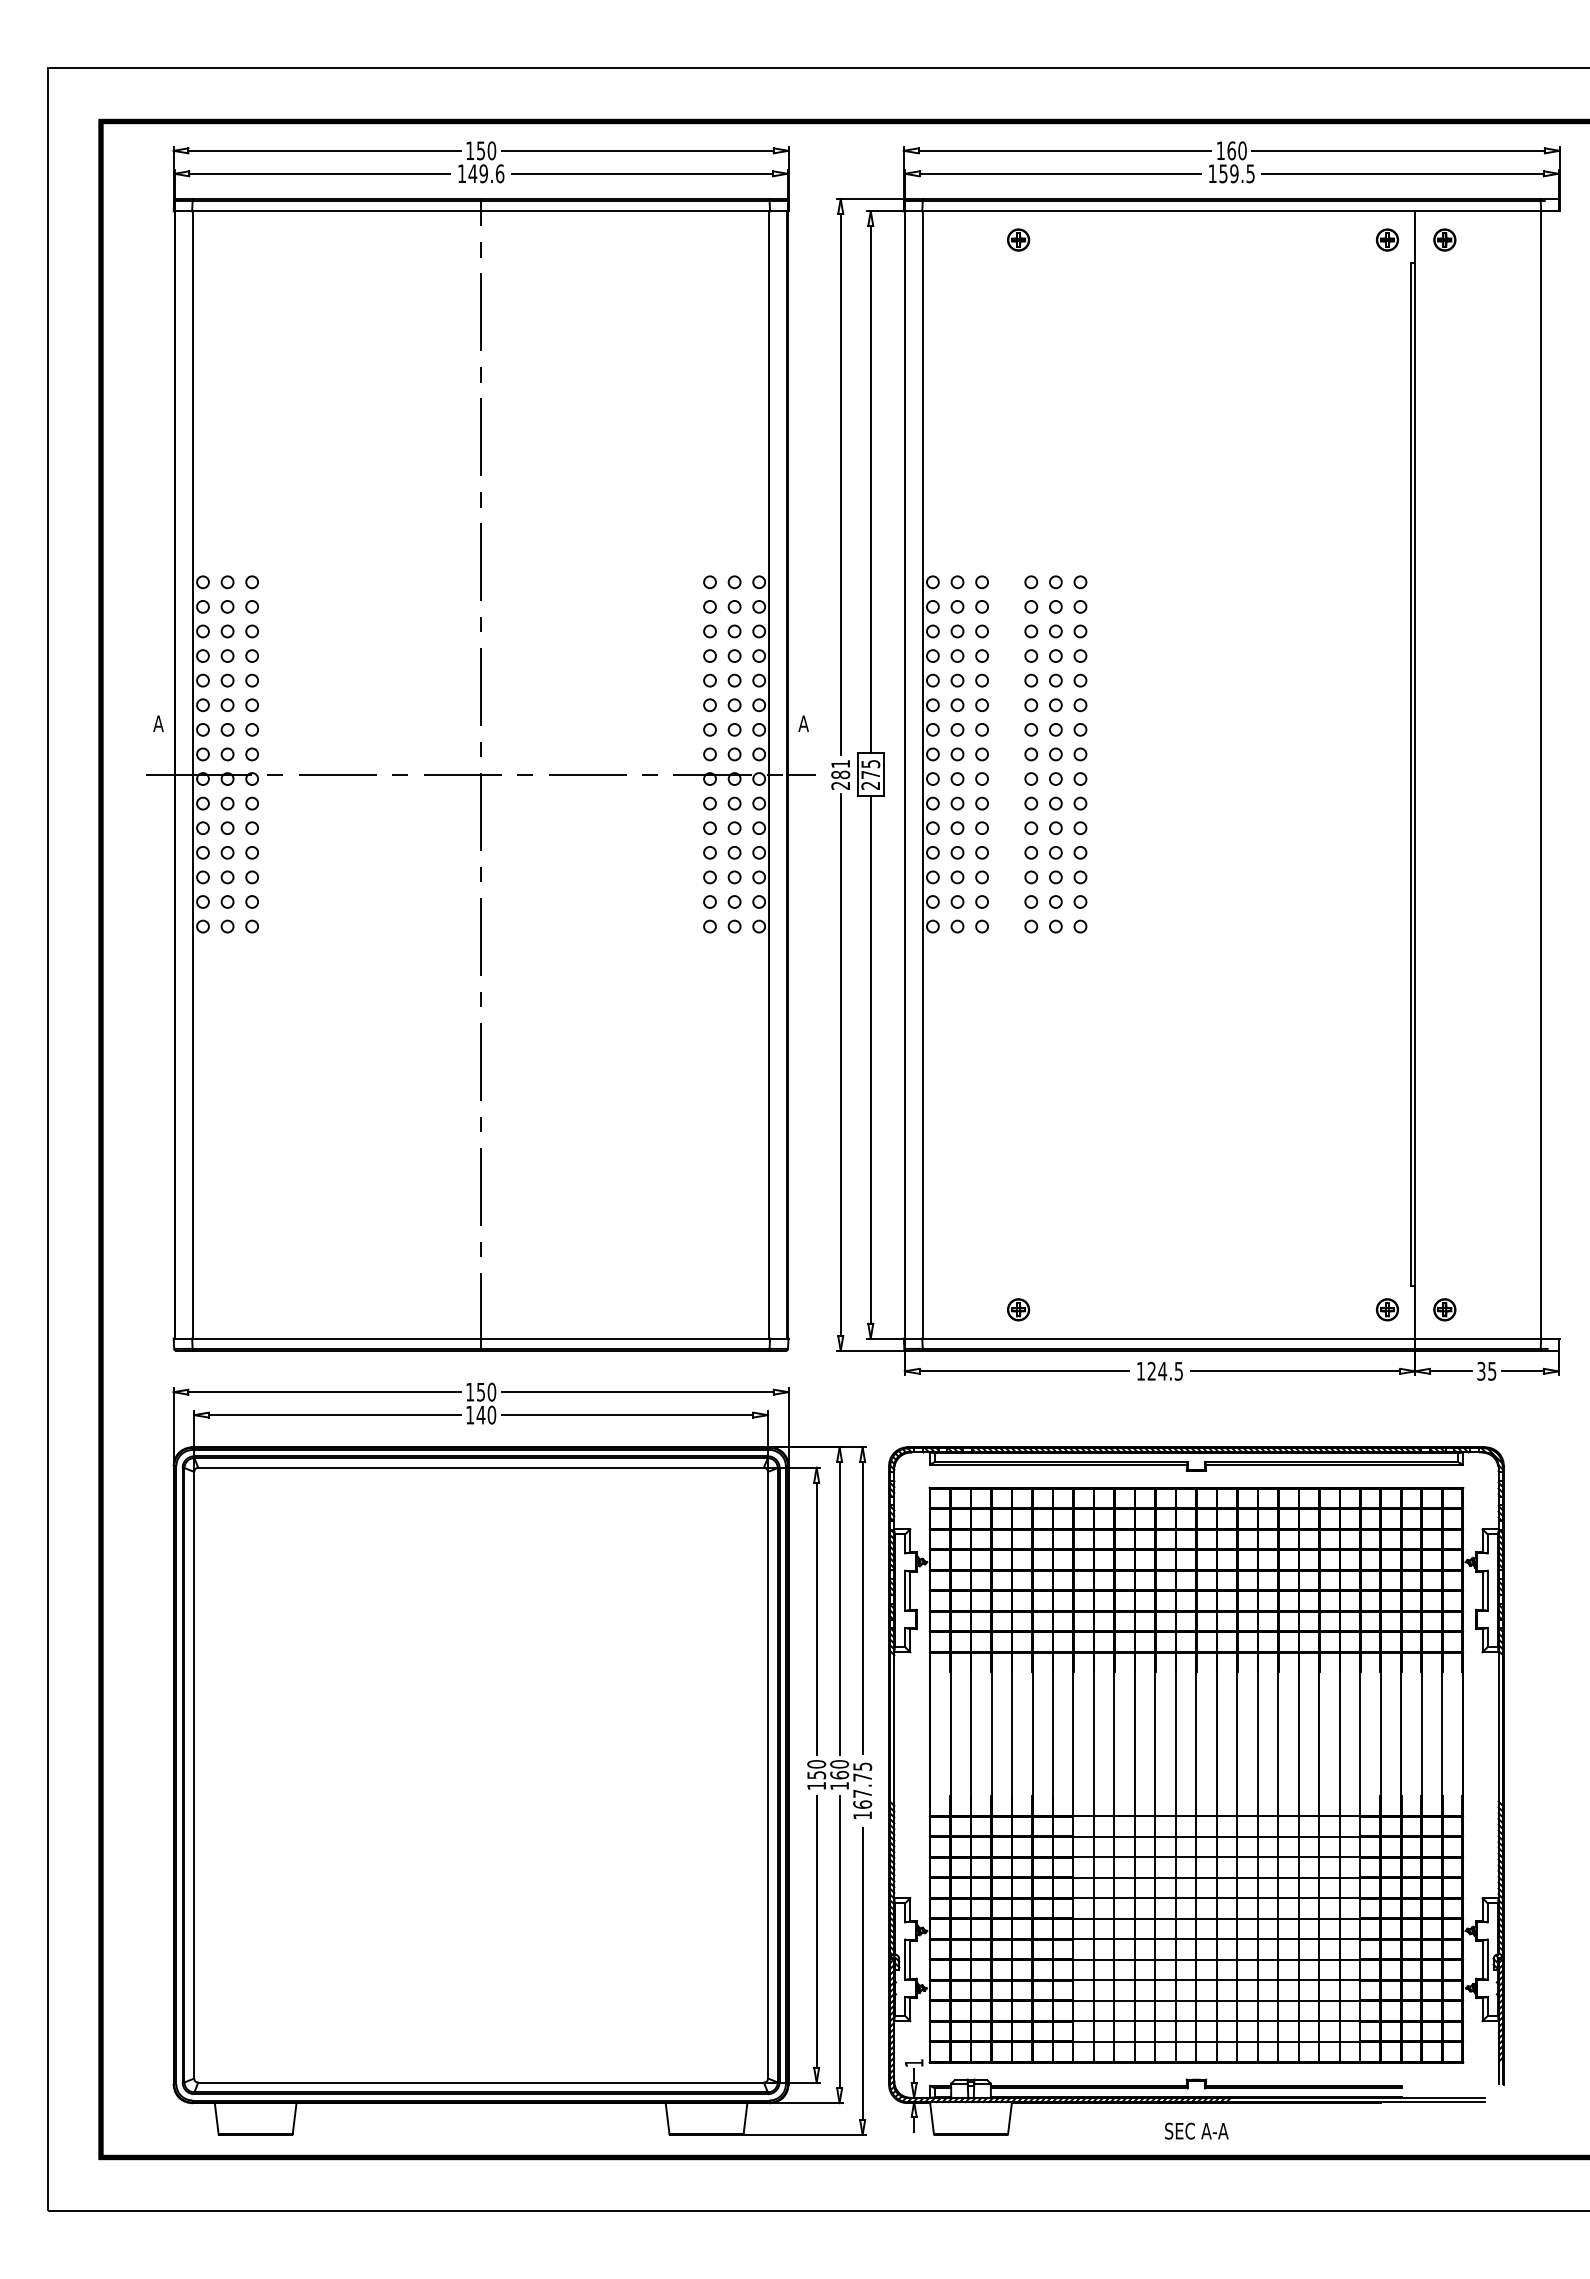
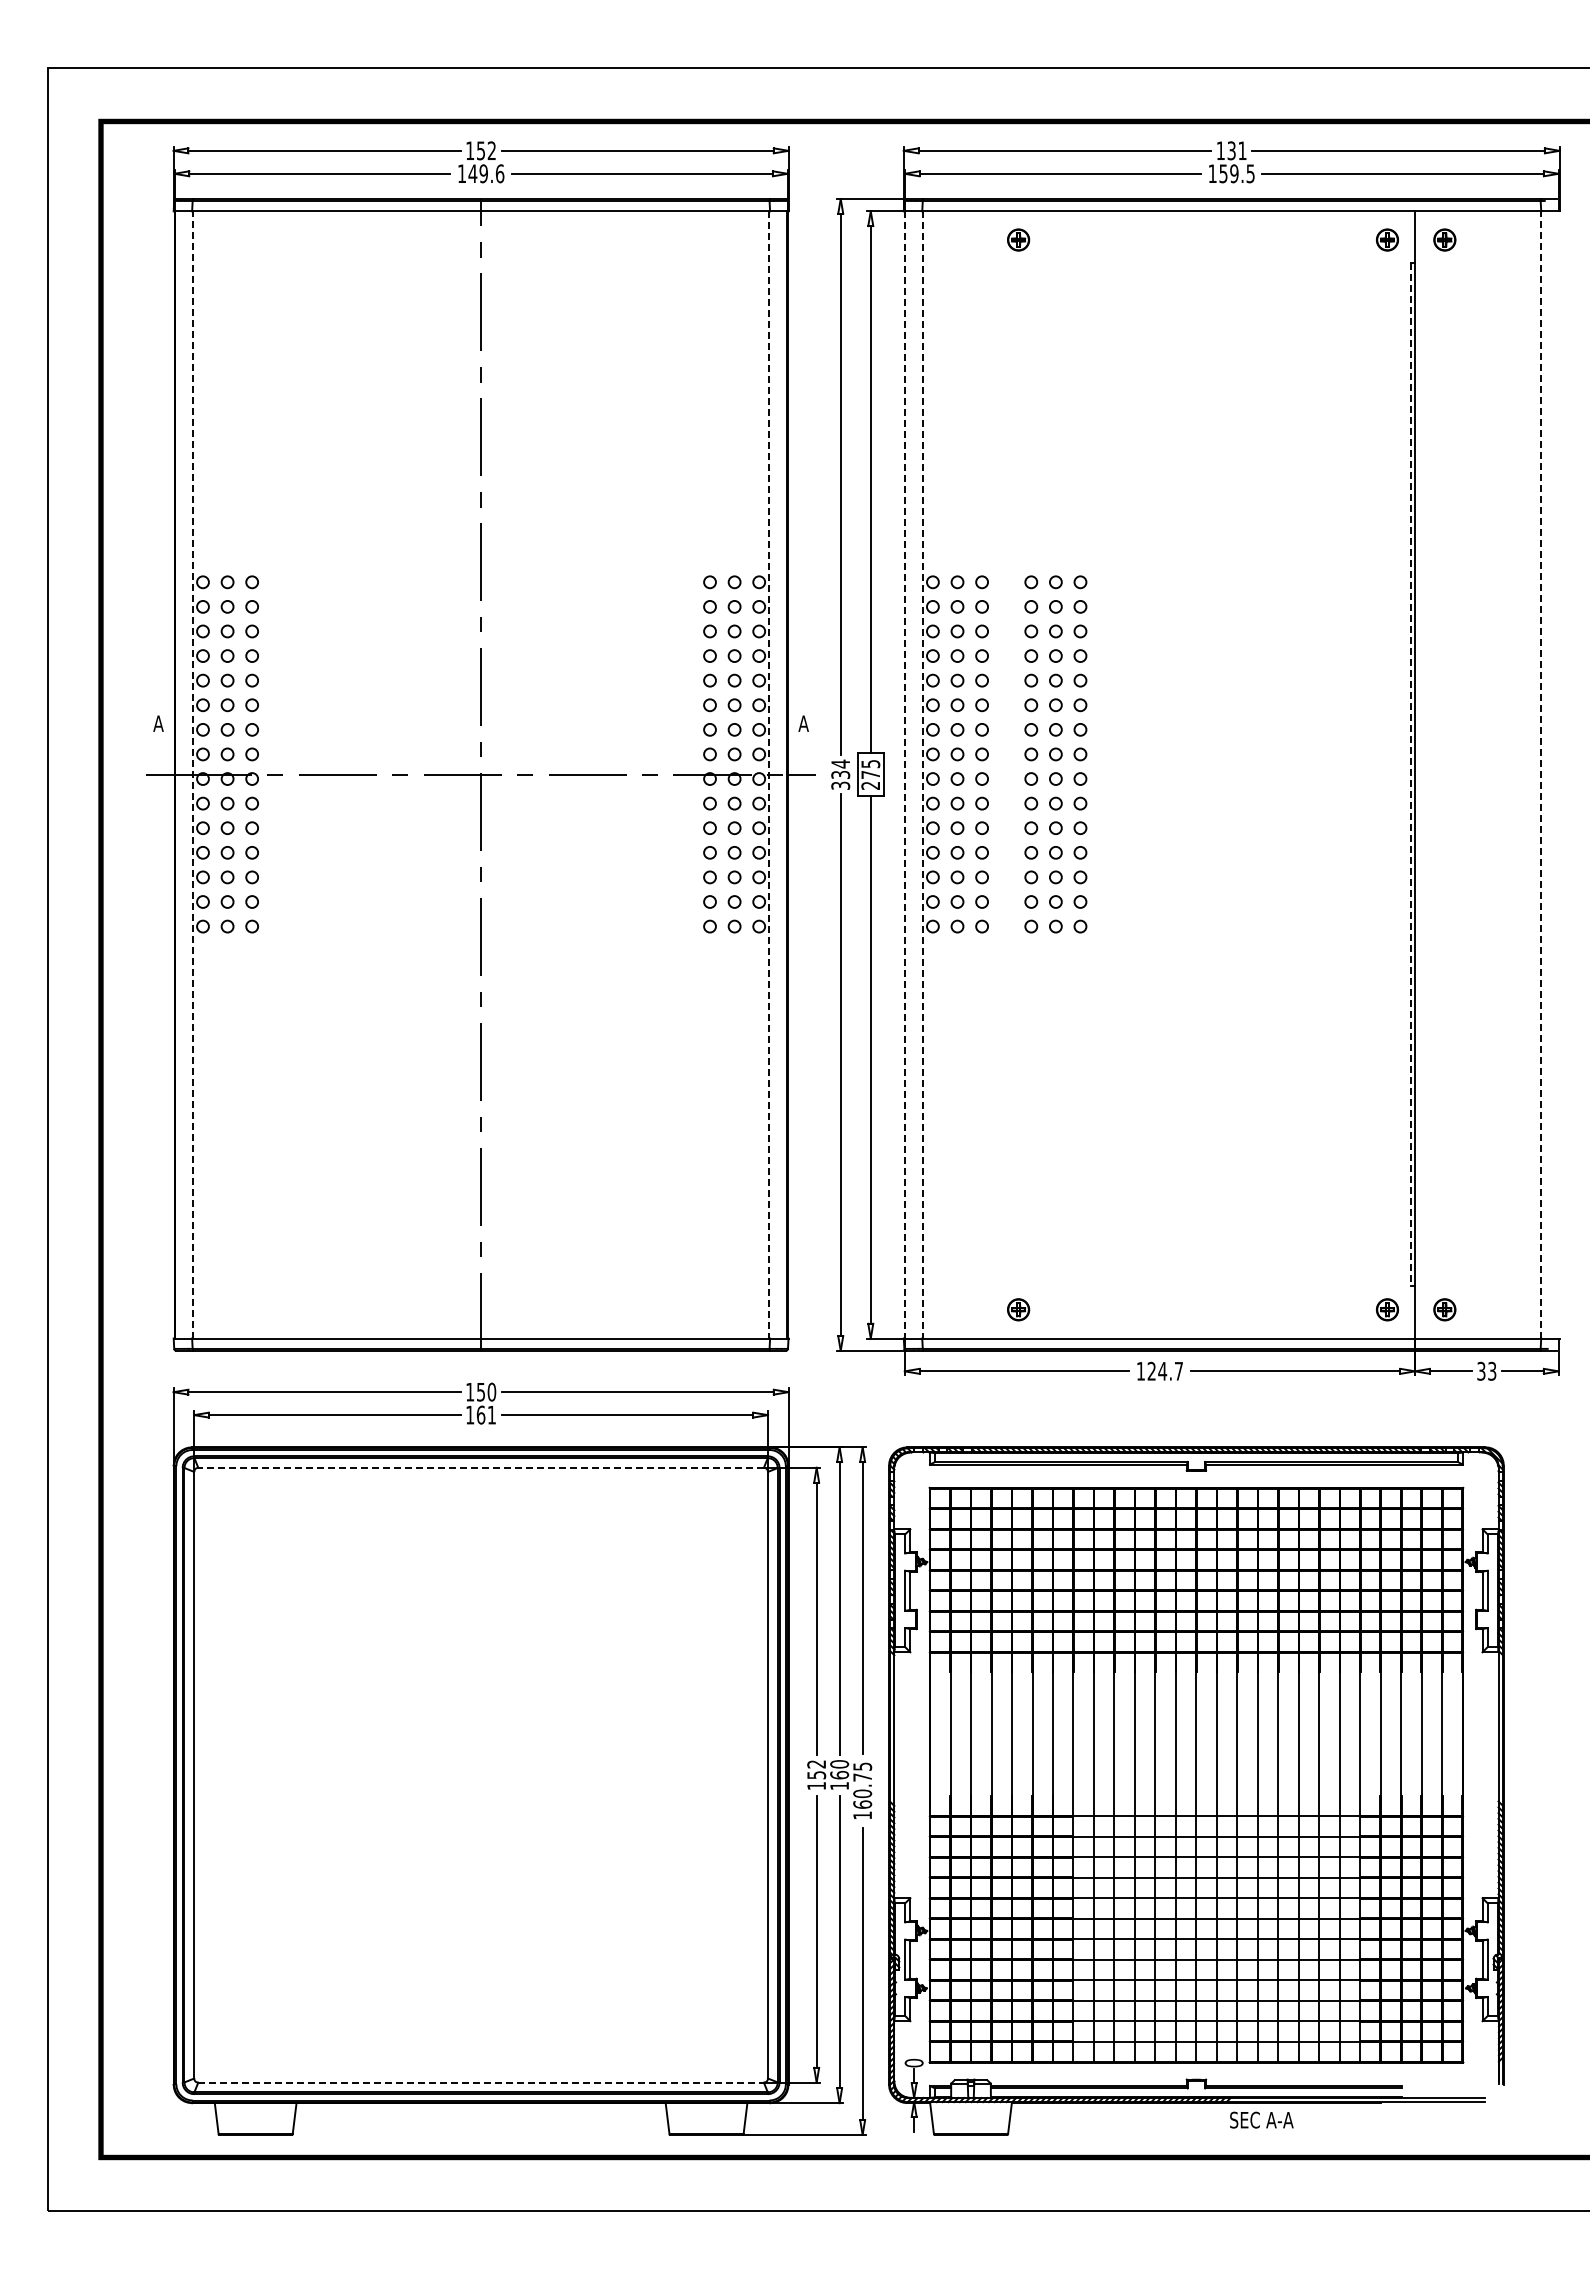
text at (491, 150): 150 -> 152
text at (1236, 150): 160 -> 131
line at (192, 774): solid -> dashed
line at (769, 774): solid -> dashed
text at (840, 774): 281 -> 334
line at (904, 774): solid -> dashed
line at (922, 774): solid -> dashed
line at (1410, 774): solid -> dashed
line at (1540, 774): solid -> dashed
text at (1492, 1370): 35 -> 33
text at (1178, 1371): 124.5 -> 124.7
text at (486, 1414): 140 -> 161
line at (481, 1467): solid -> dashed
text at (816, 1764): 150 -> 152
text at (862, 1793): 167.75 -> 160.75
text at (913, 2062): 1 -> 0
line at (481, 2082): solid -> dashed
text at (1196, 2130) position: (1196, 2130) -> (1261, 2119)
